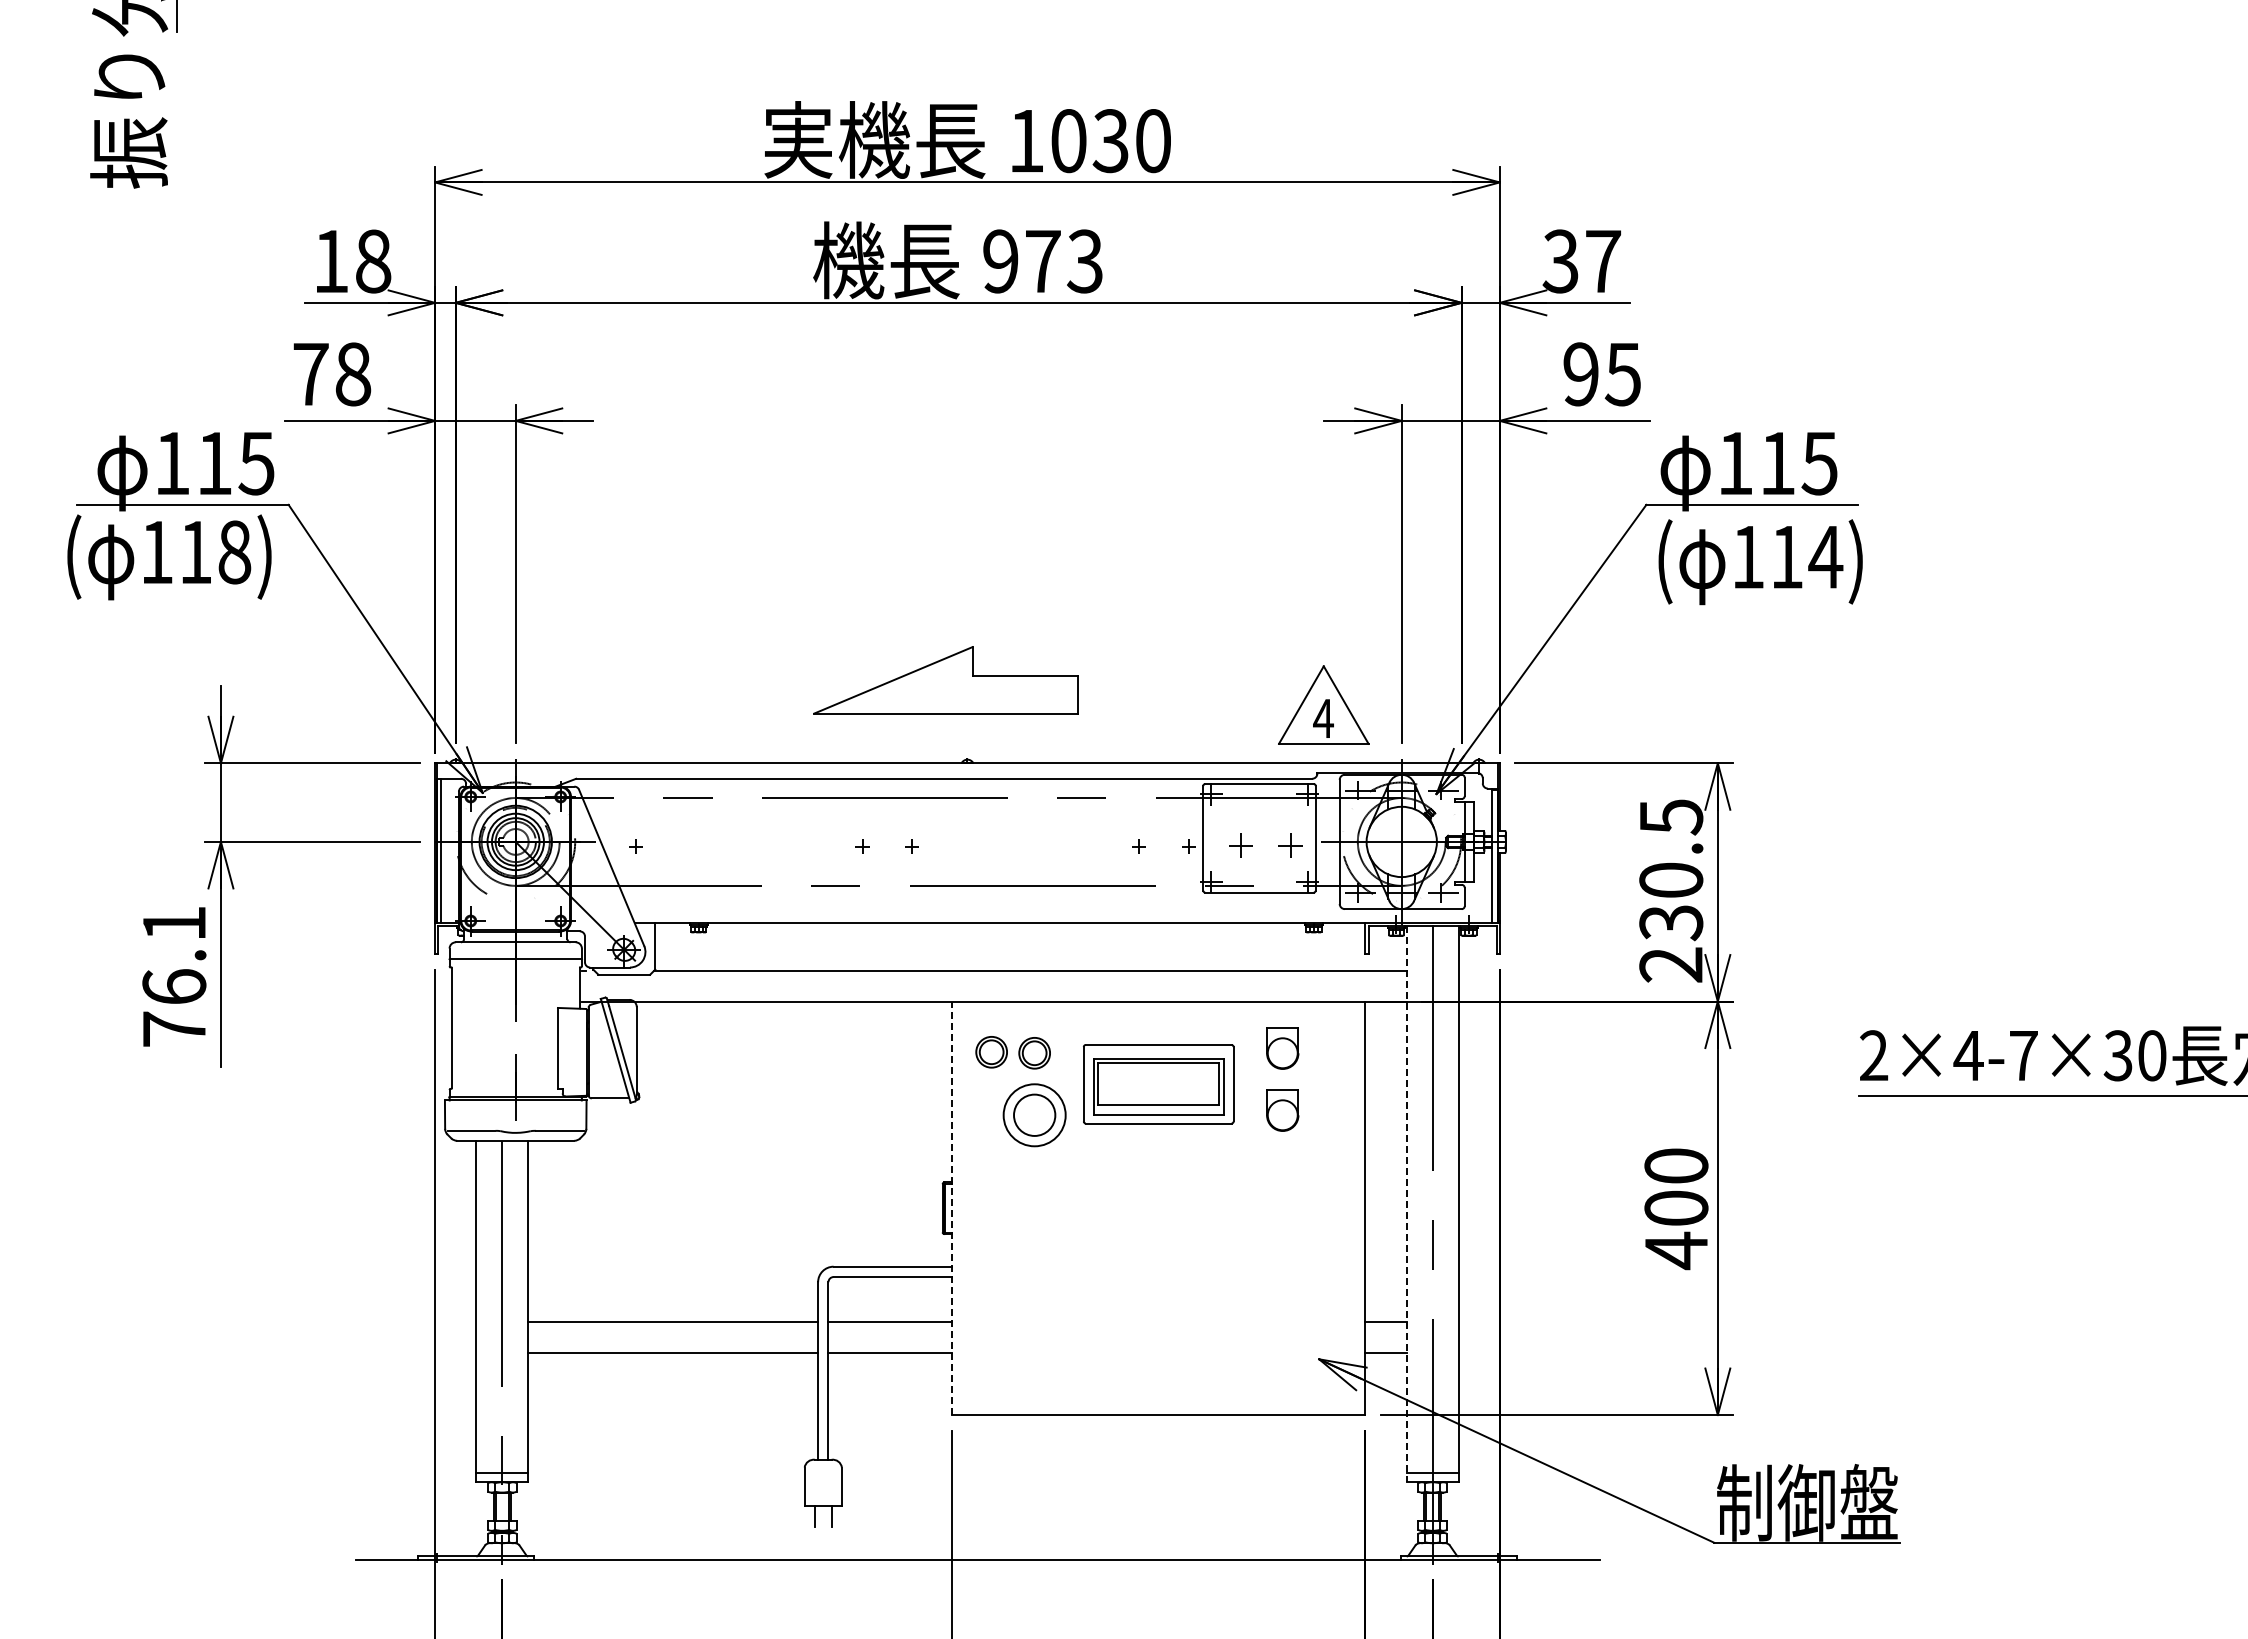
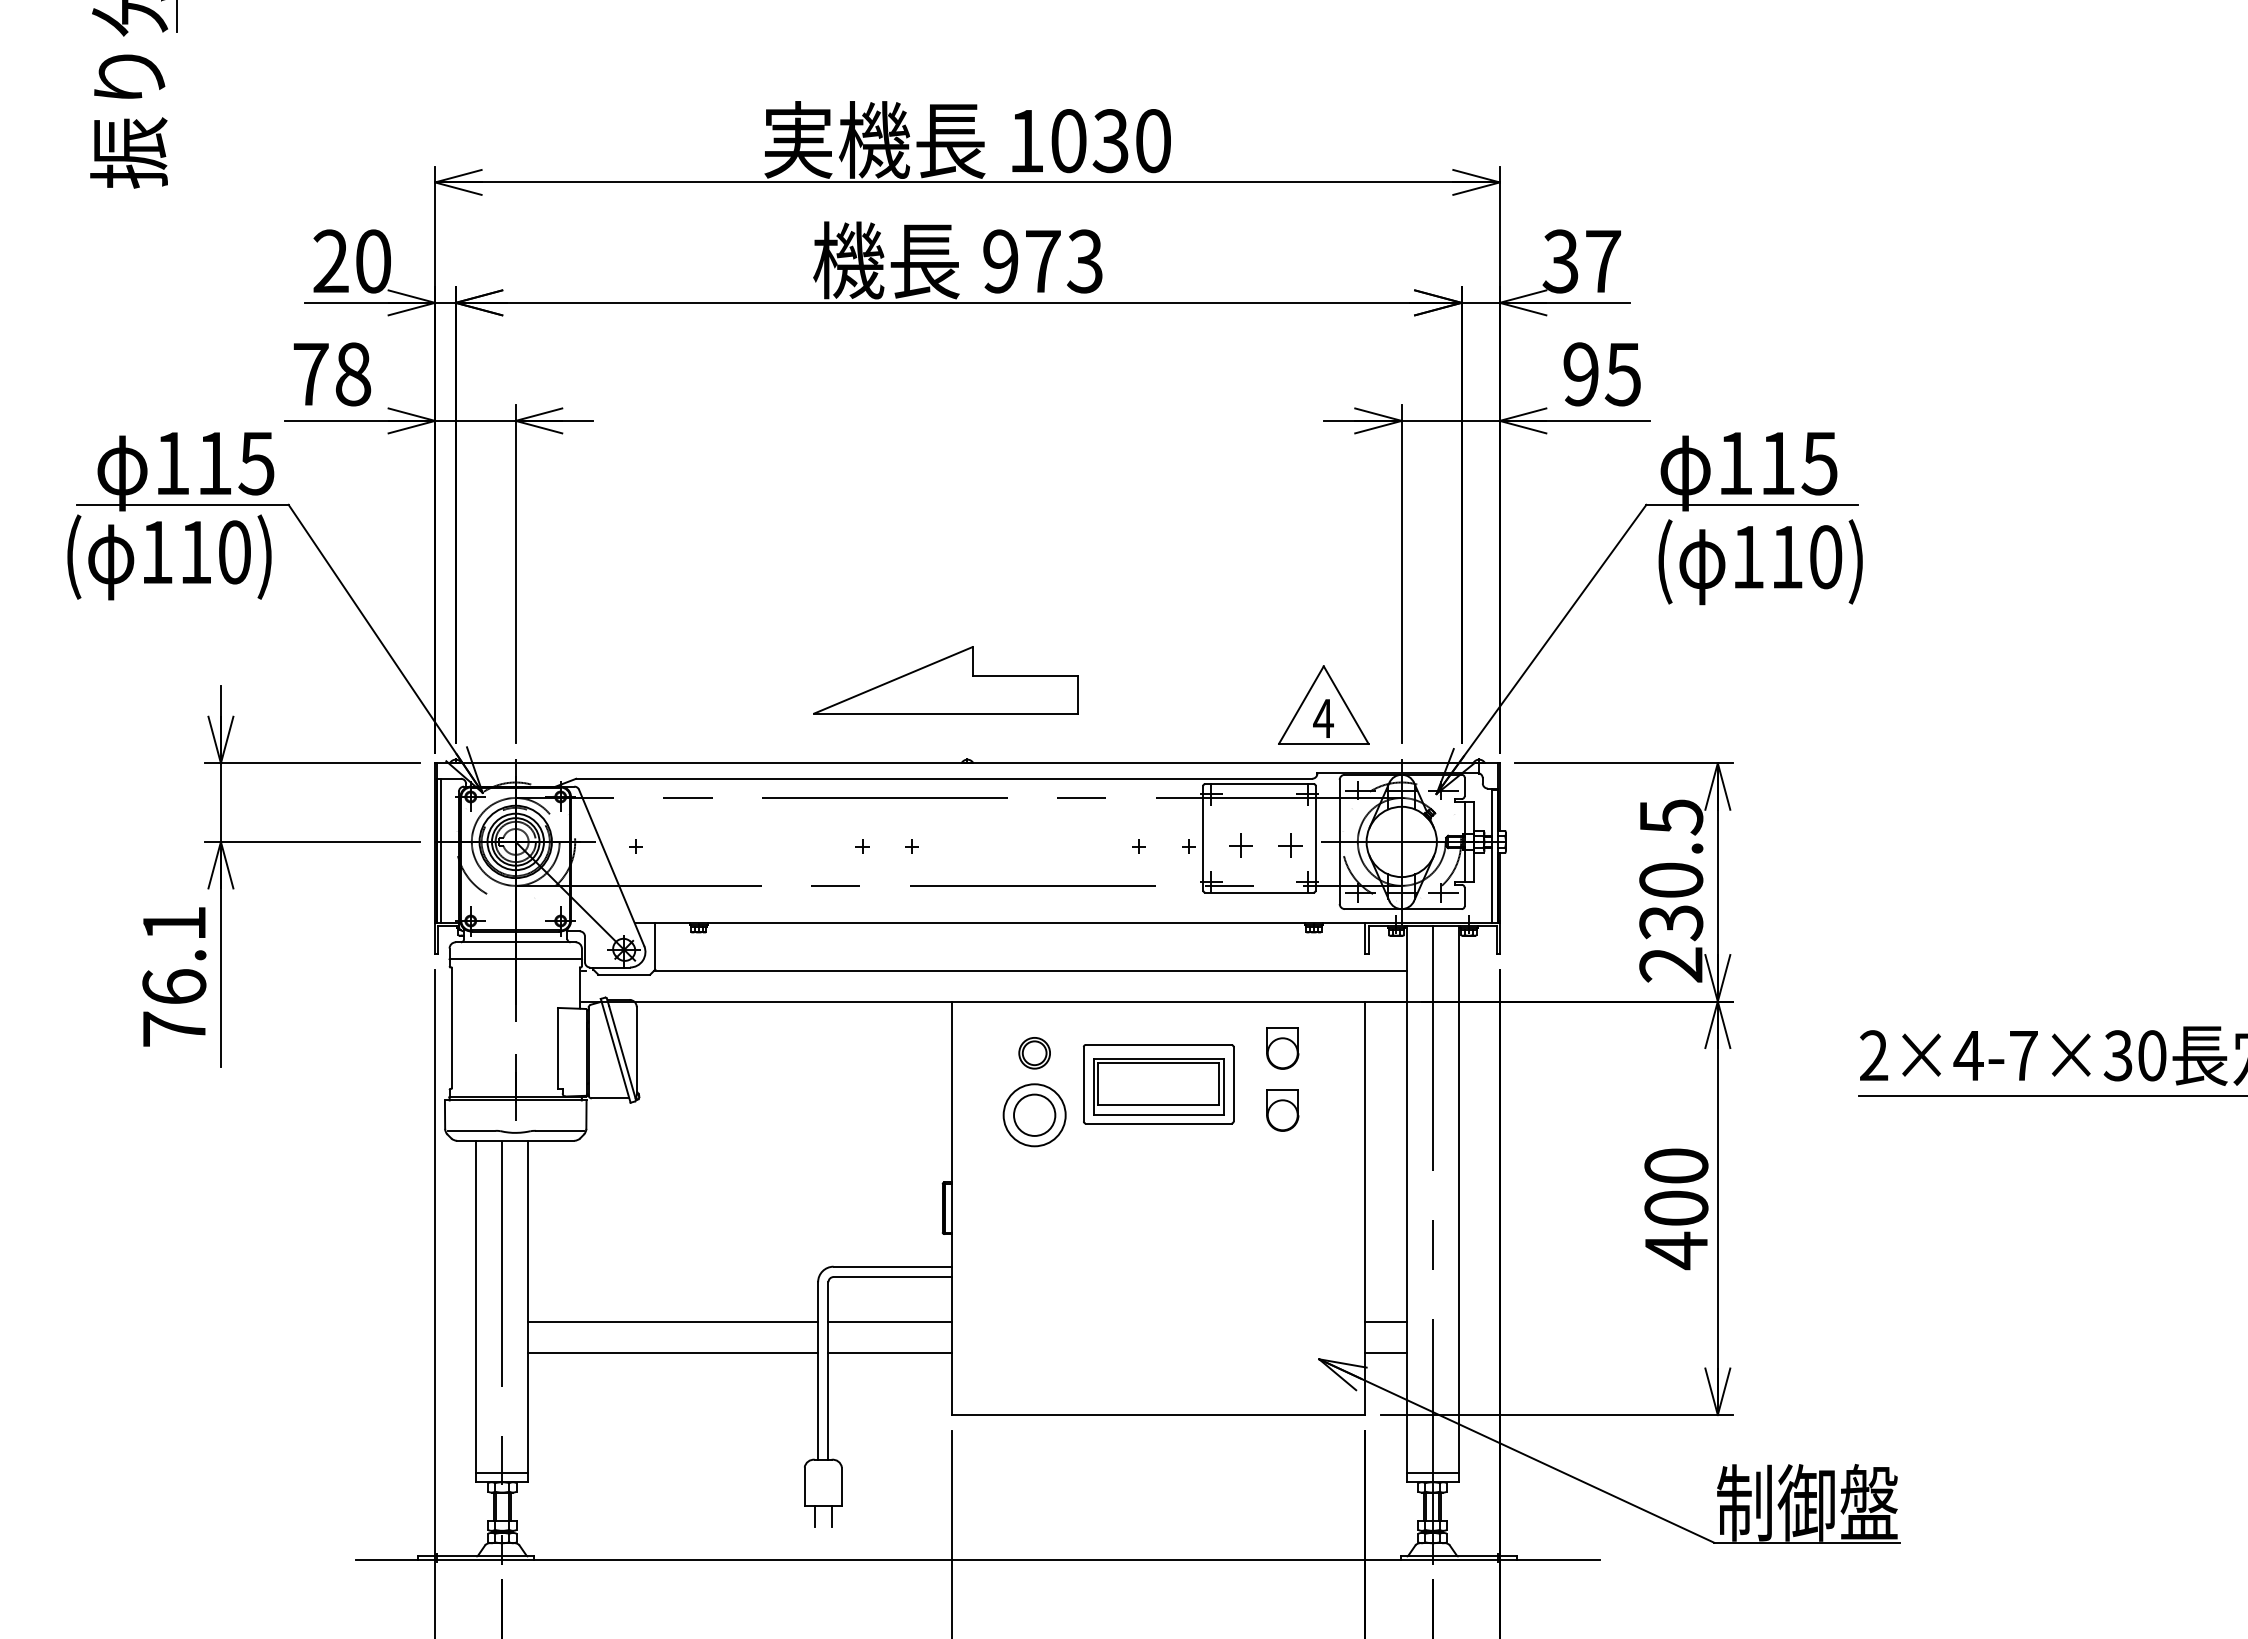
text at (352, 261): 18 -> 20
text at (234, 552): 118) -> 110)
text at (1825, 557): 114) -> 110)
part at (991, 1052): present -> none
line at (1406, 1204): dashed -> solid
line at (951, 1208): dashed -> solid
